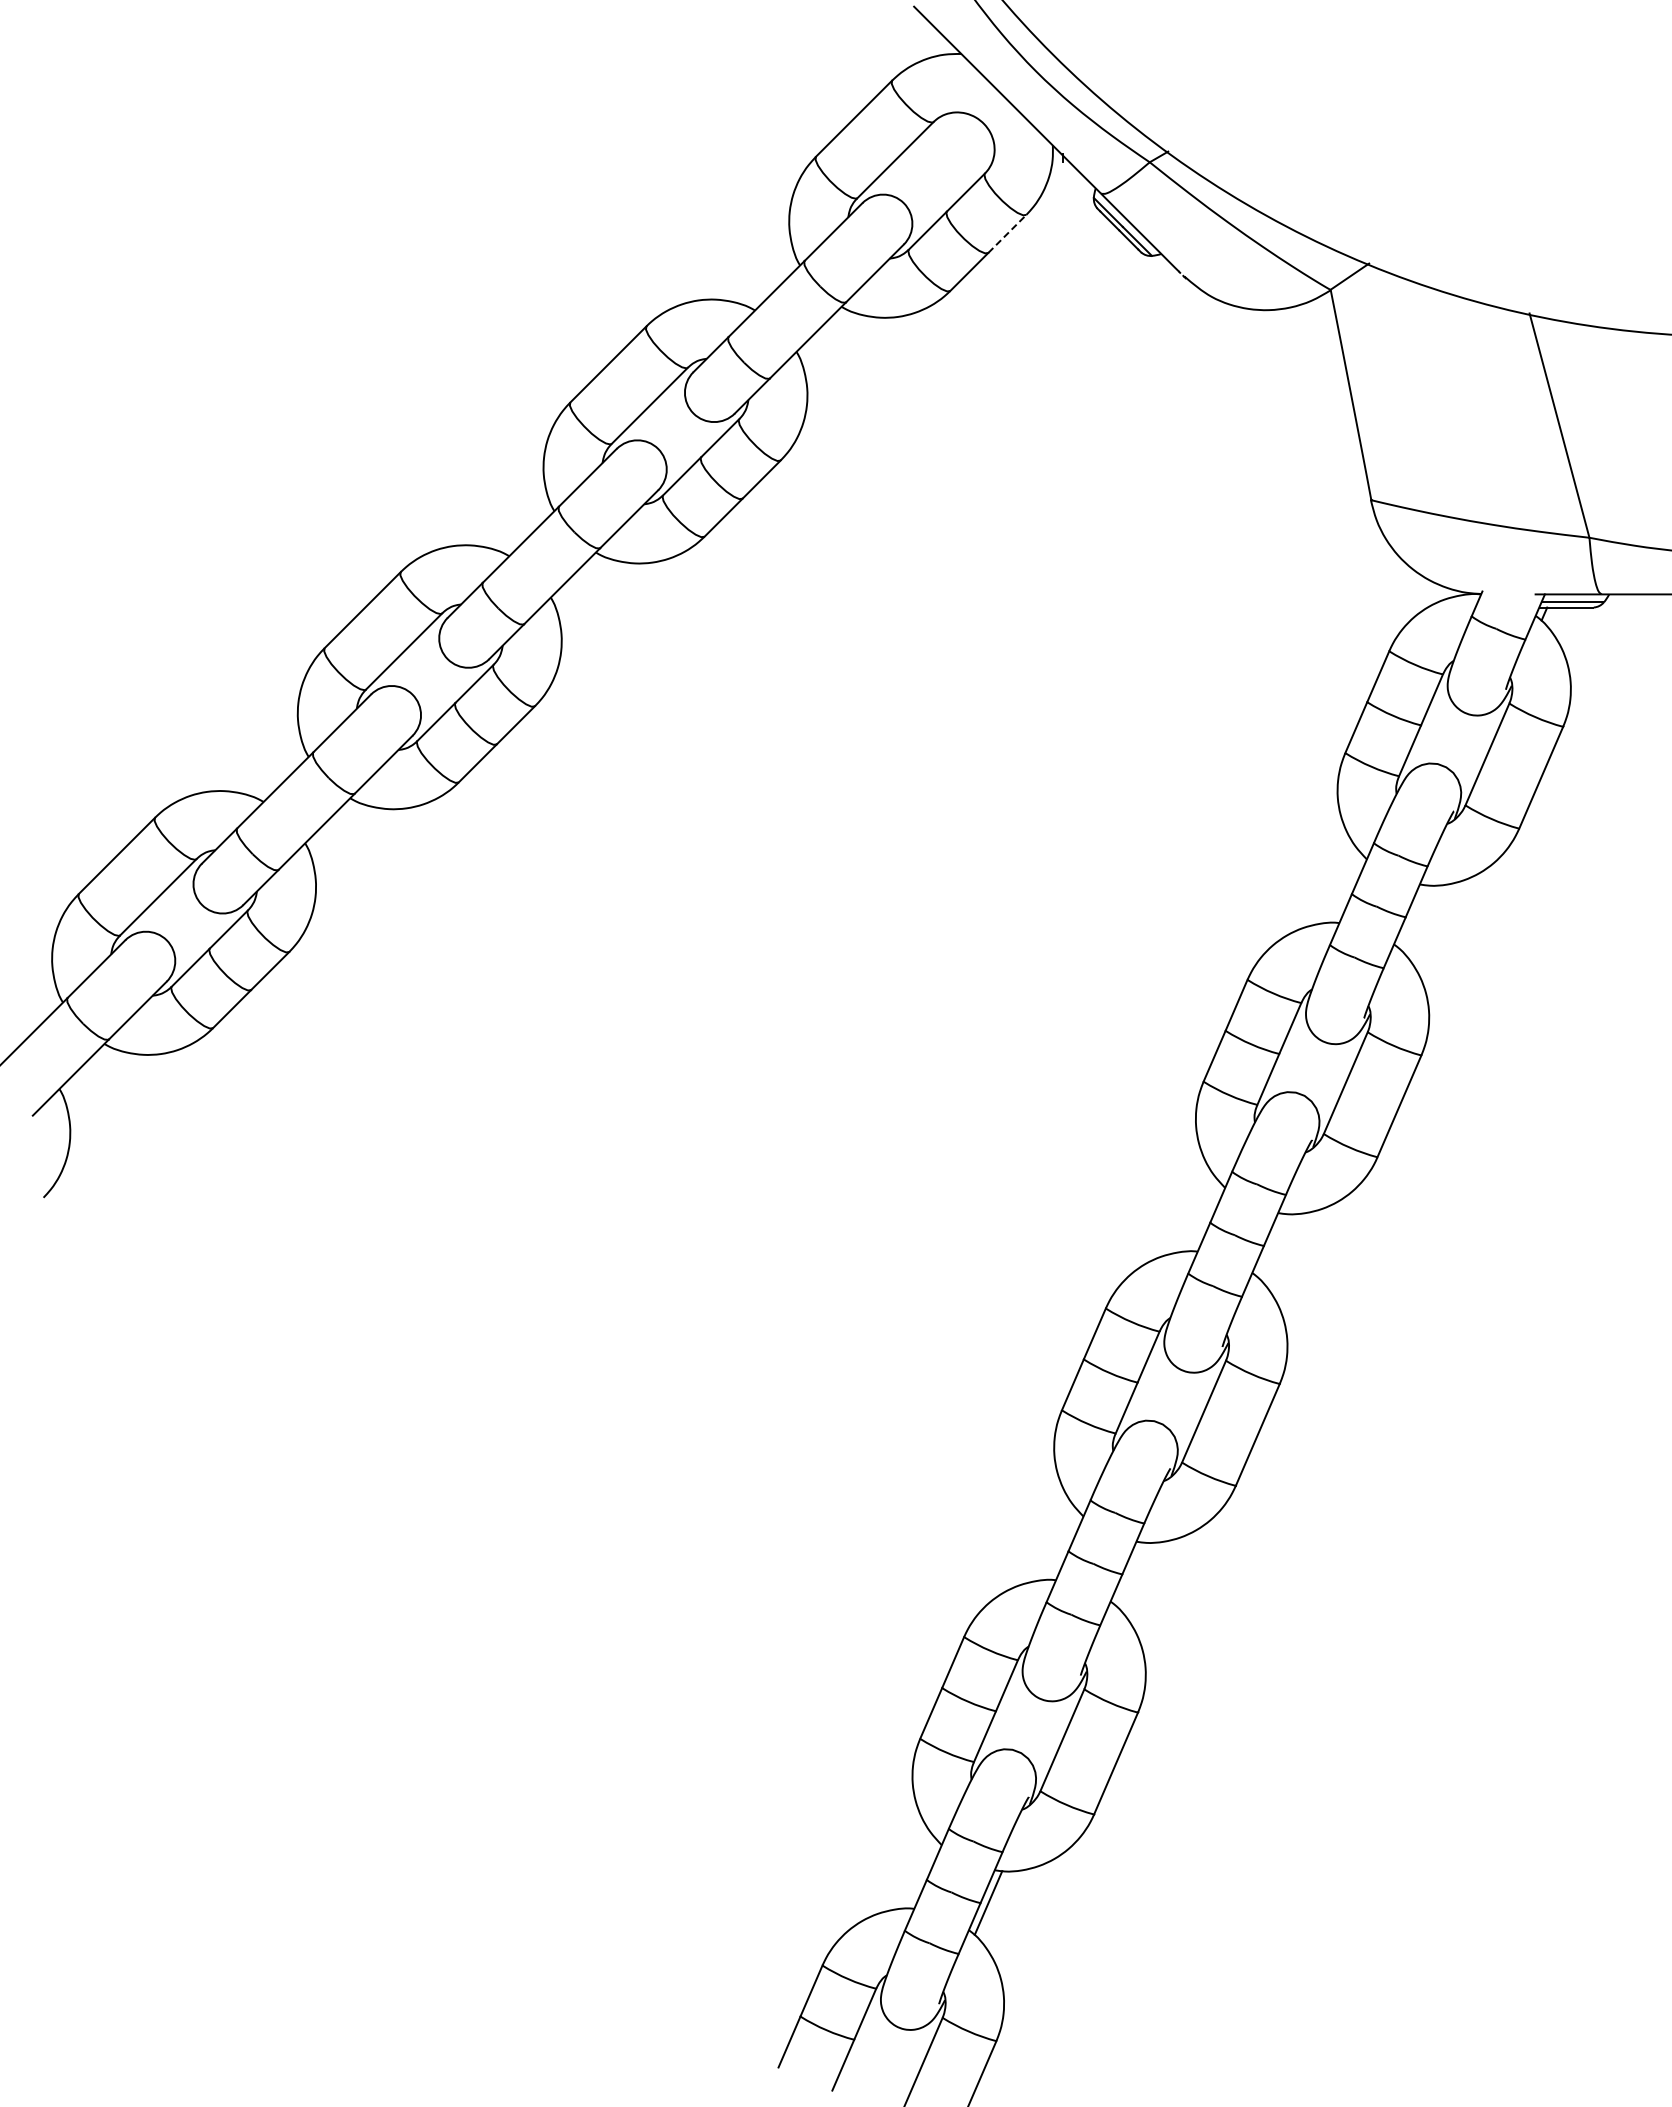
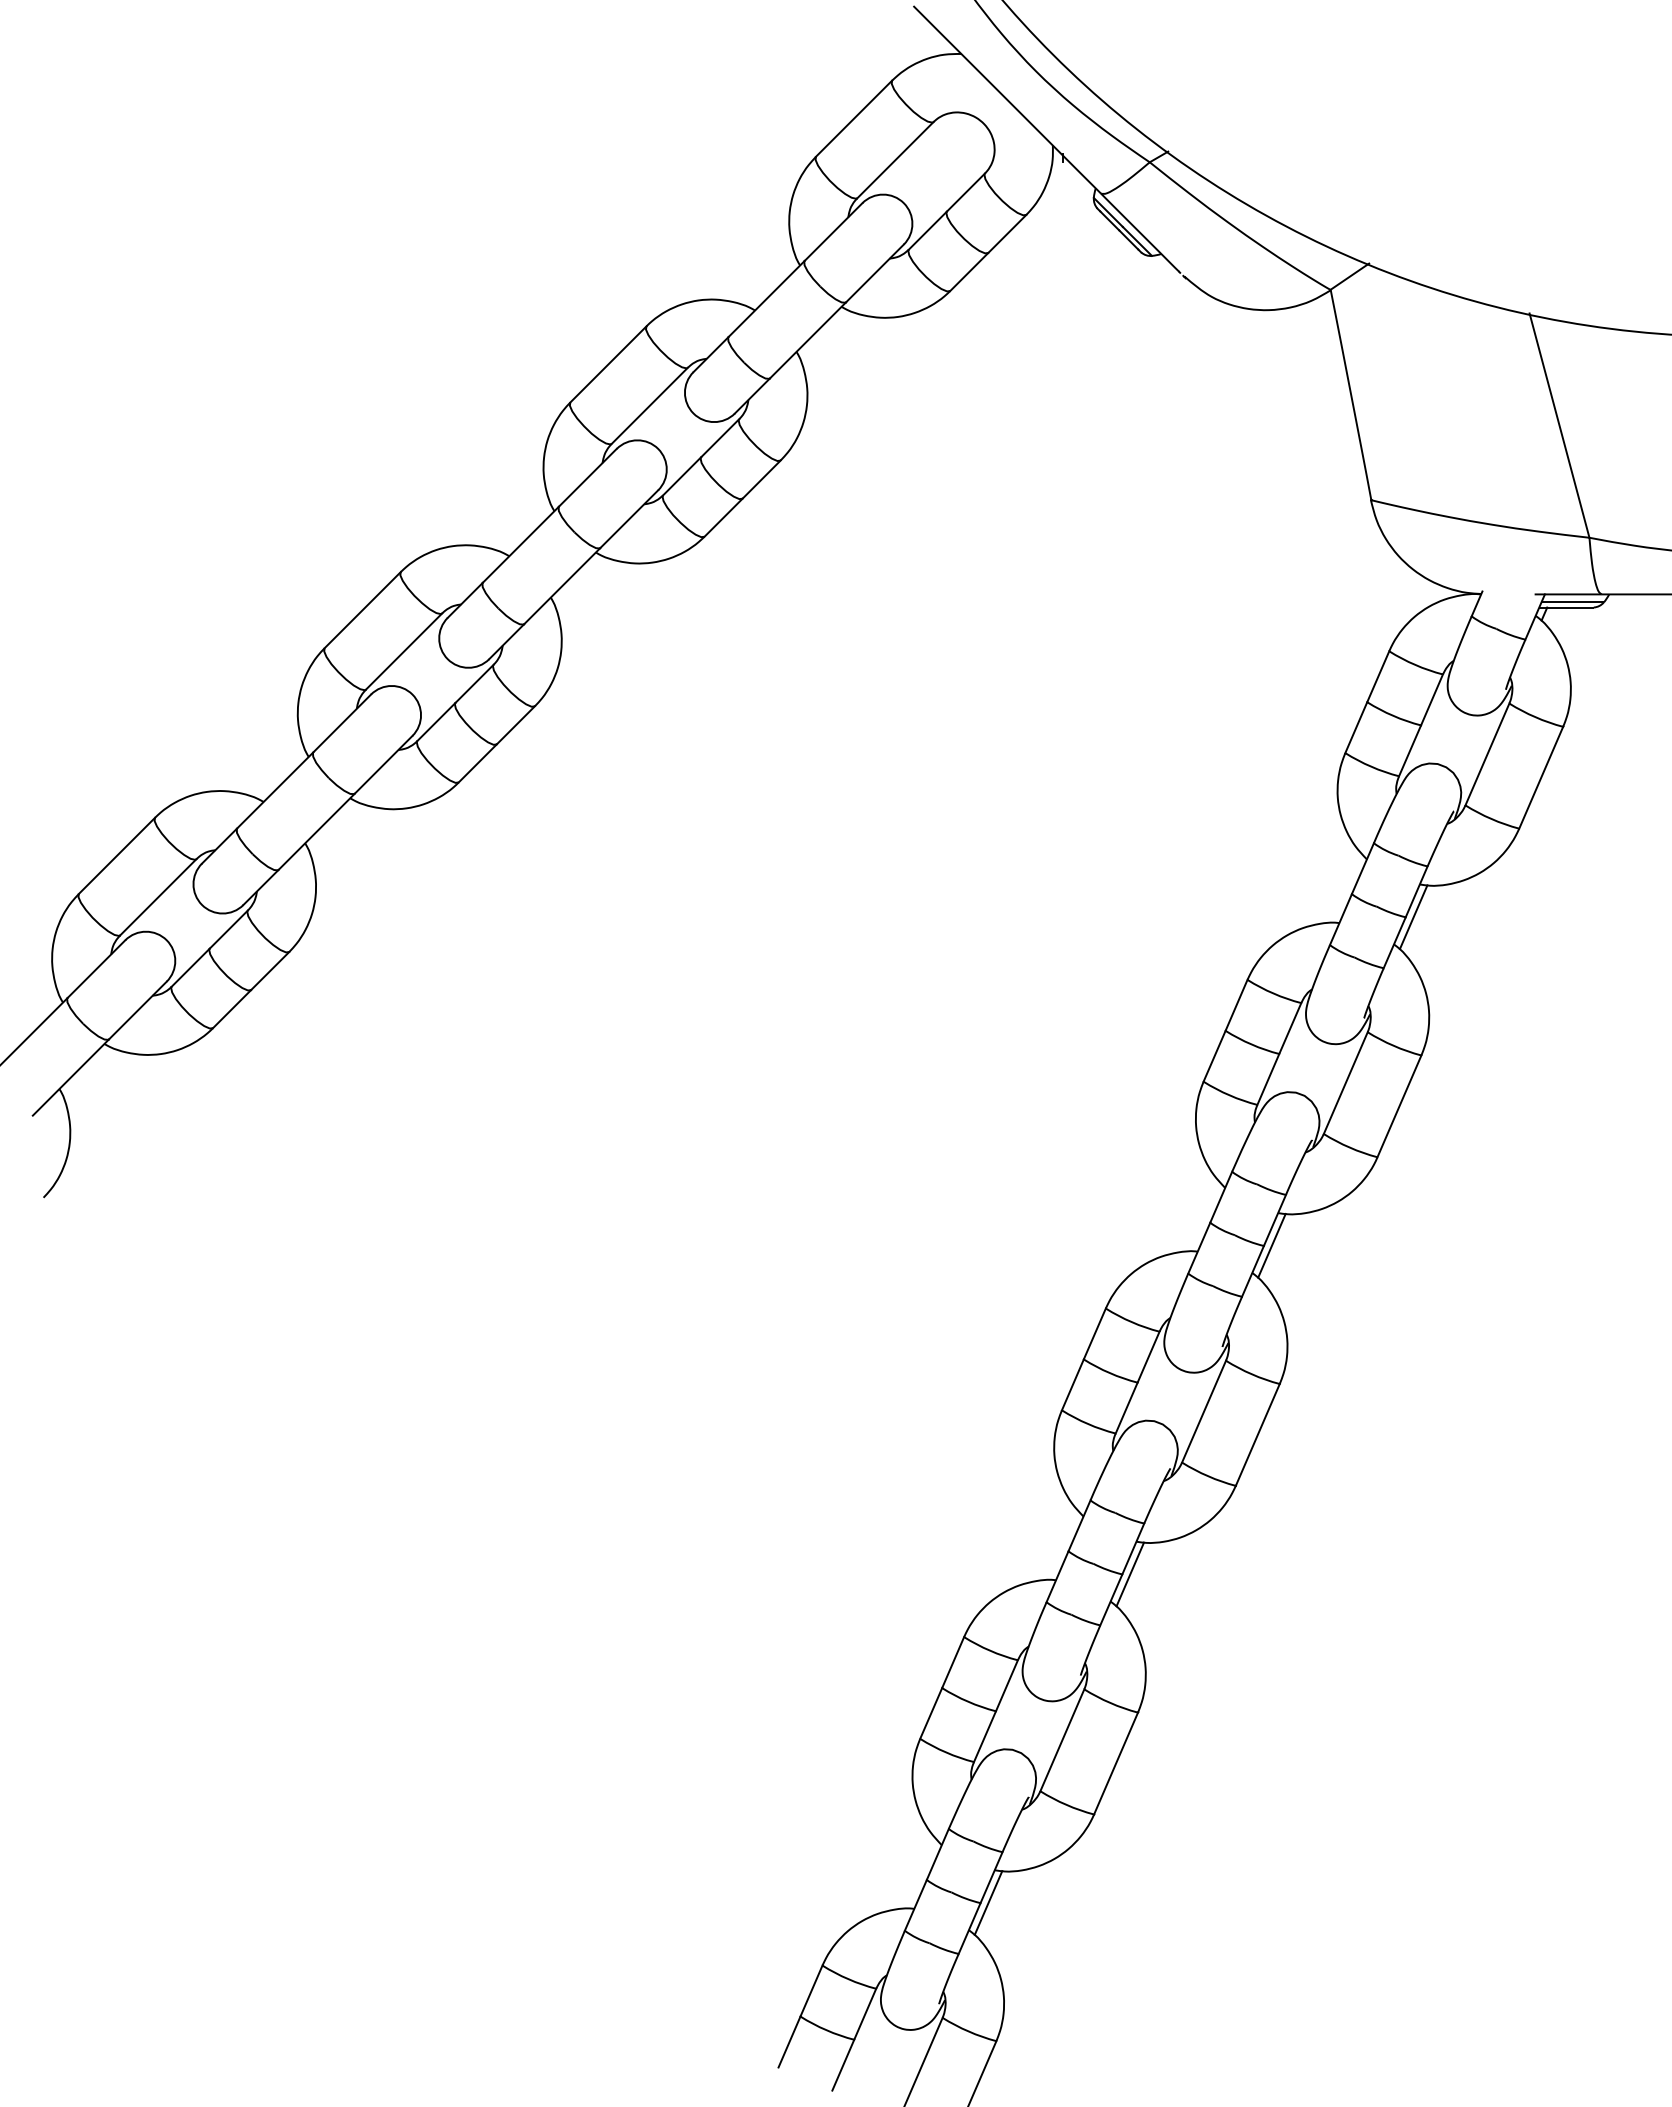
line at (1007, 233): dashed -> solid
line at (1413, 917): none -> present
line at (1271, 1245): none -> present
line at (1130, 1574): none -> present
